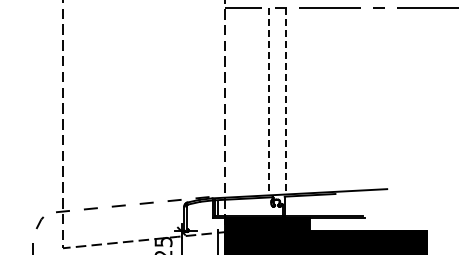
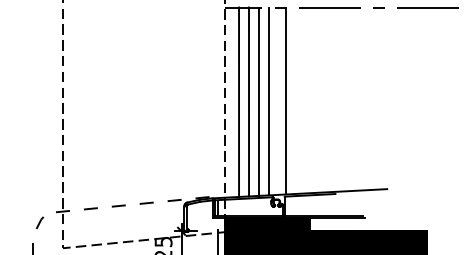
line at (239, 101): none -> present
line at (248, 101): none -> present
line at (258, 101): none -> present
line at (268, 101): dashed -> solid
line at (286, 101): dashed -> solid
